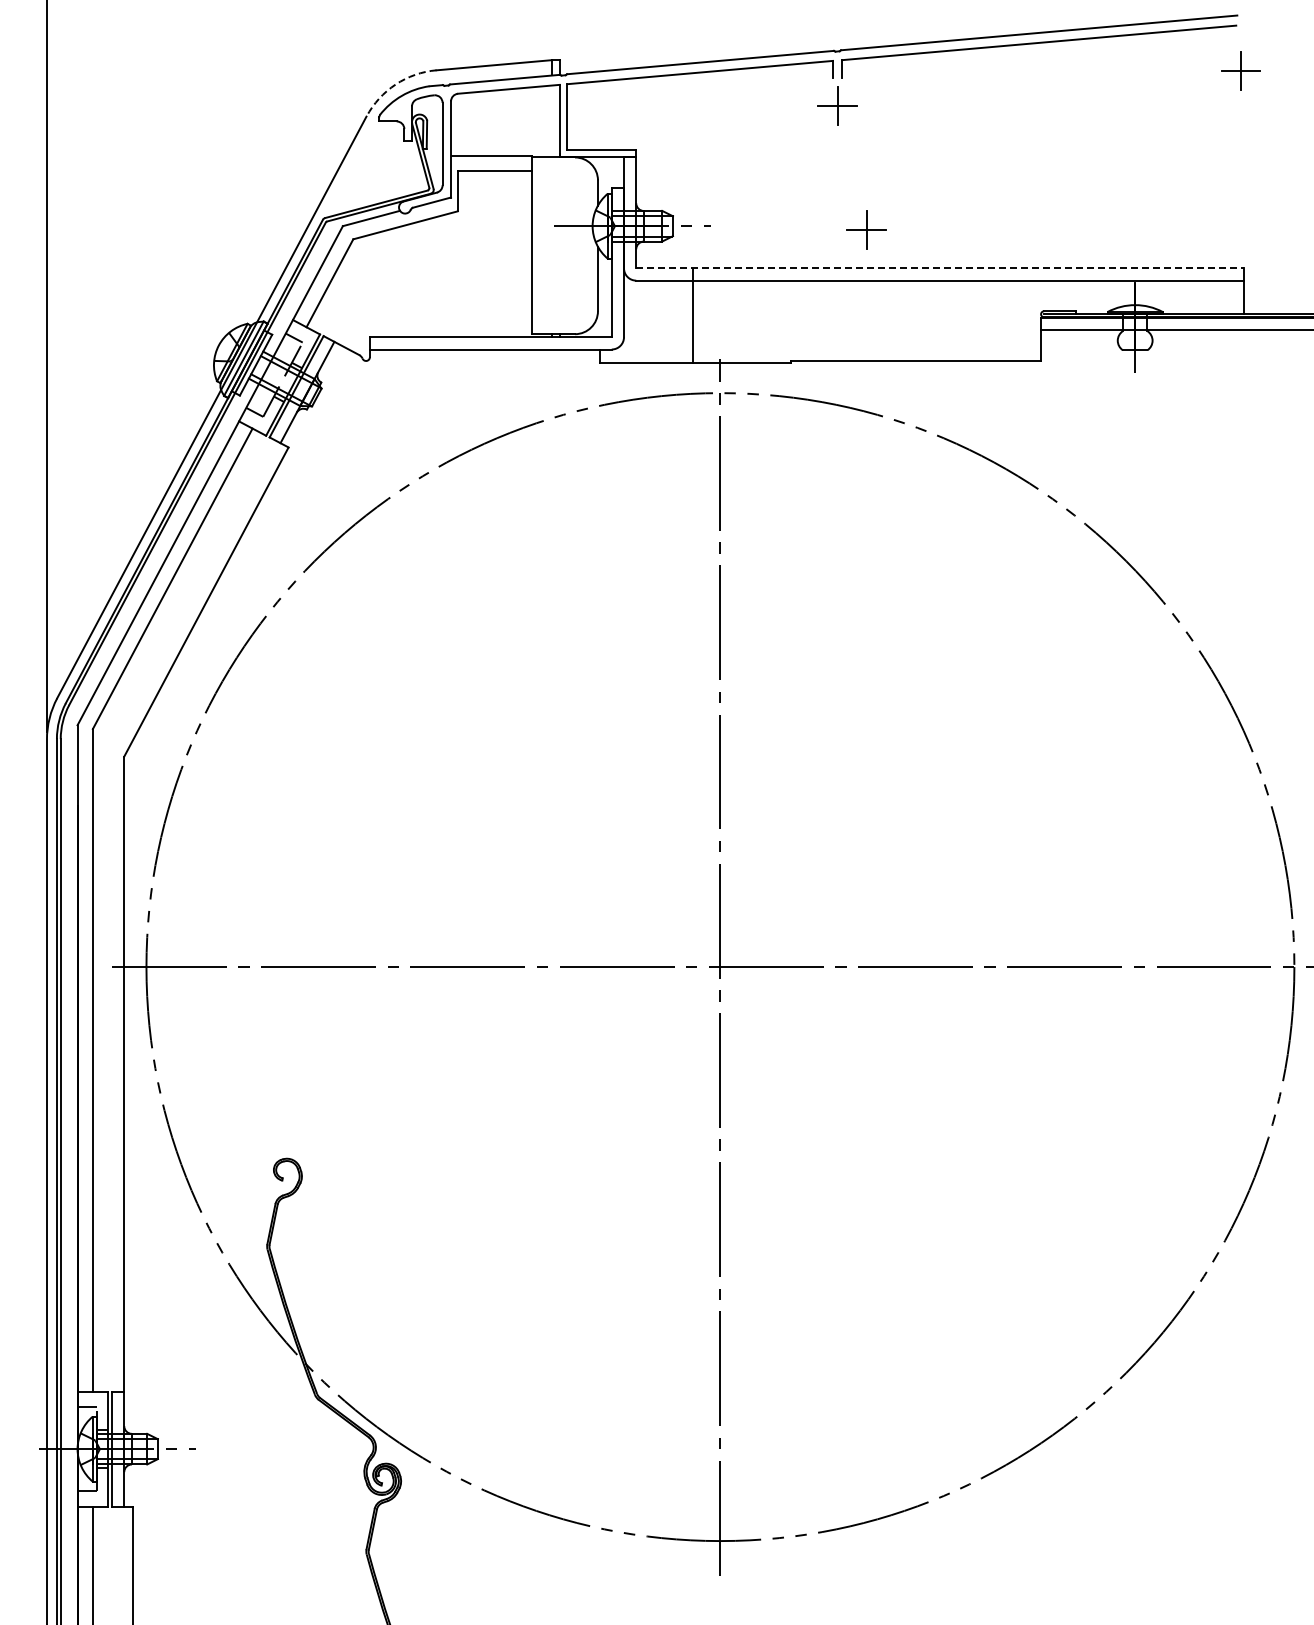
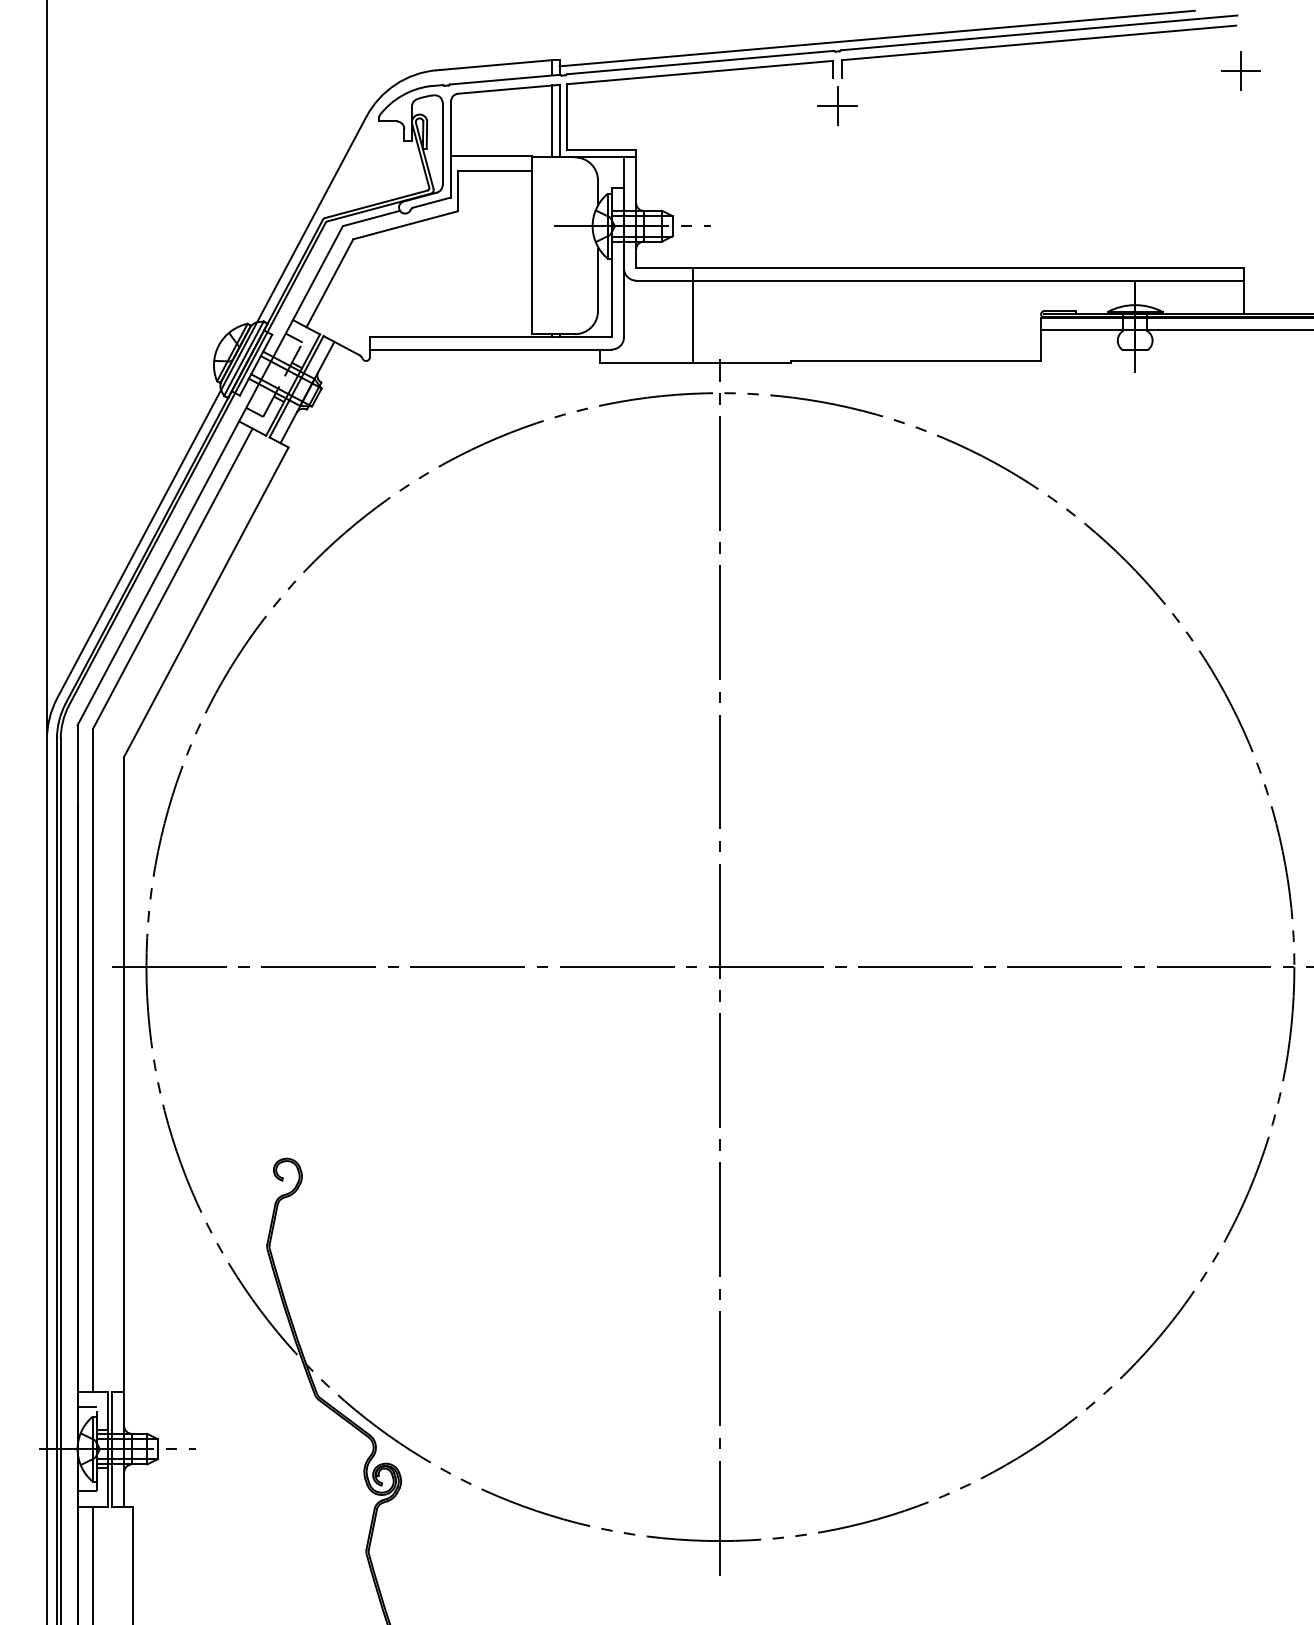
line at (876, 38): none -> present
arc at (395, 84): dashed -> solid
line at (552, 121): none -> present
part at (866, 229): present -> none
line at (940, 268): dashed -> solid
